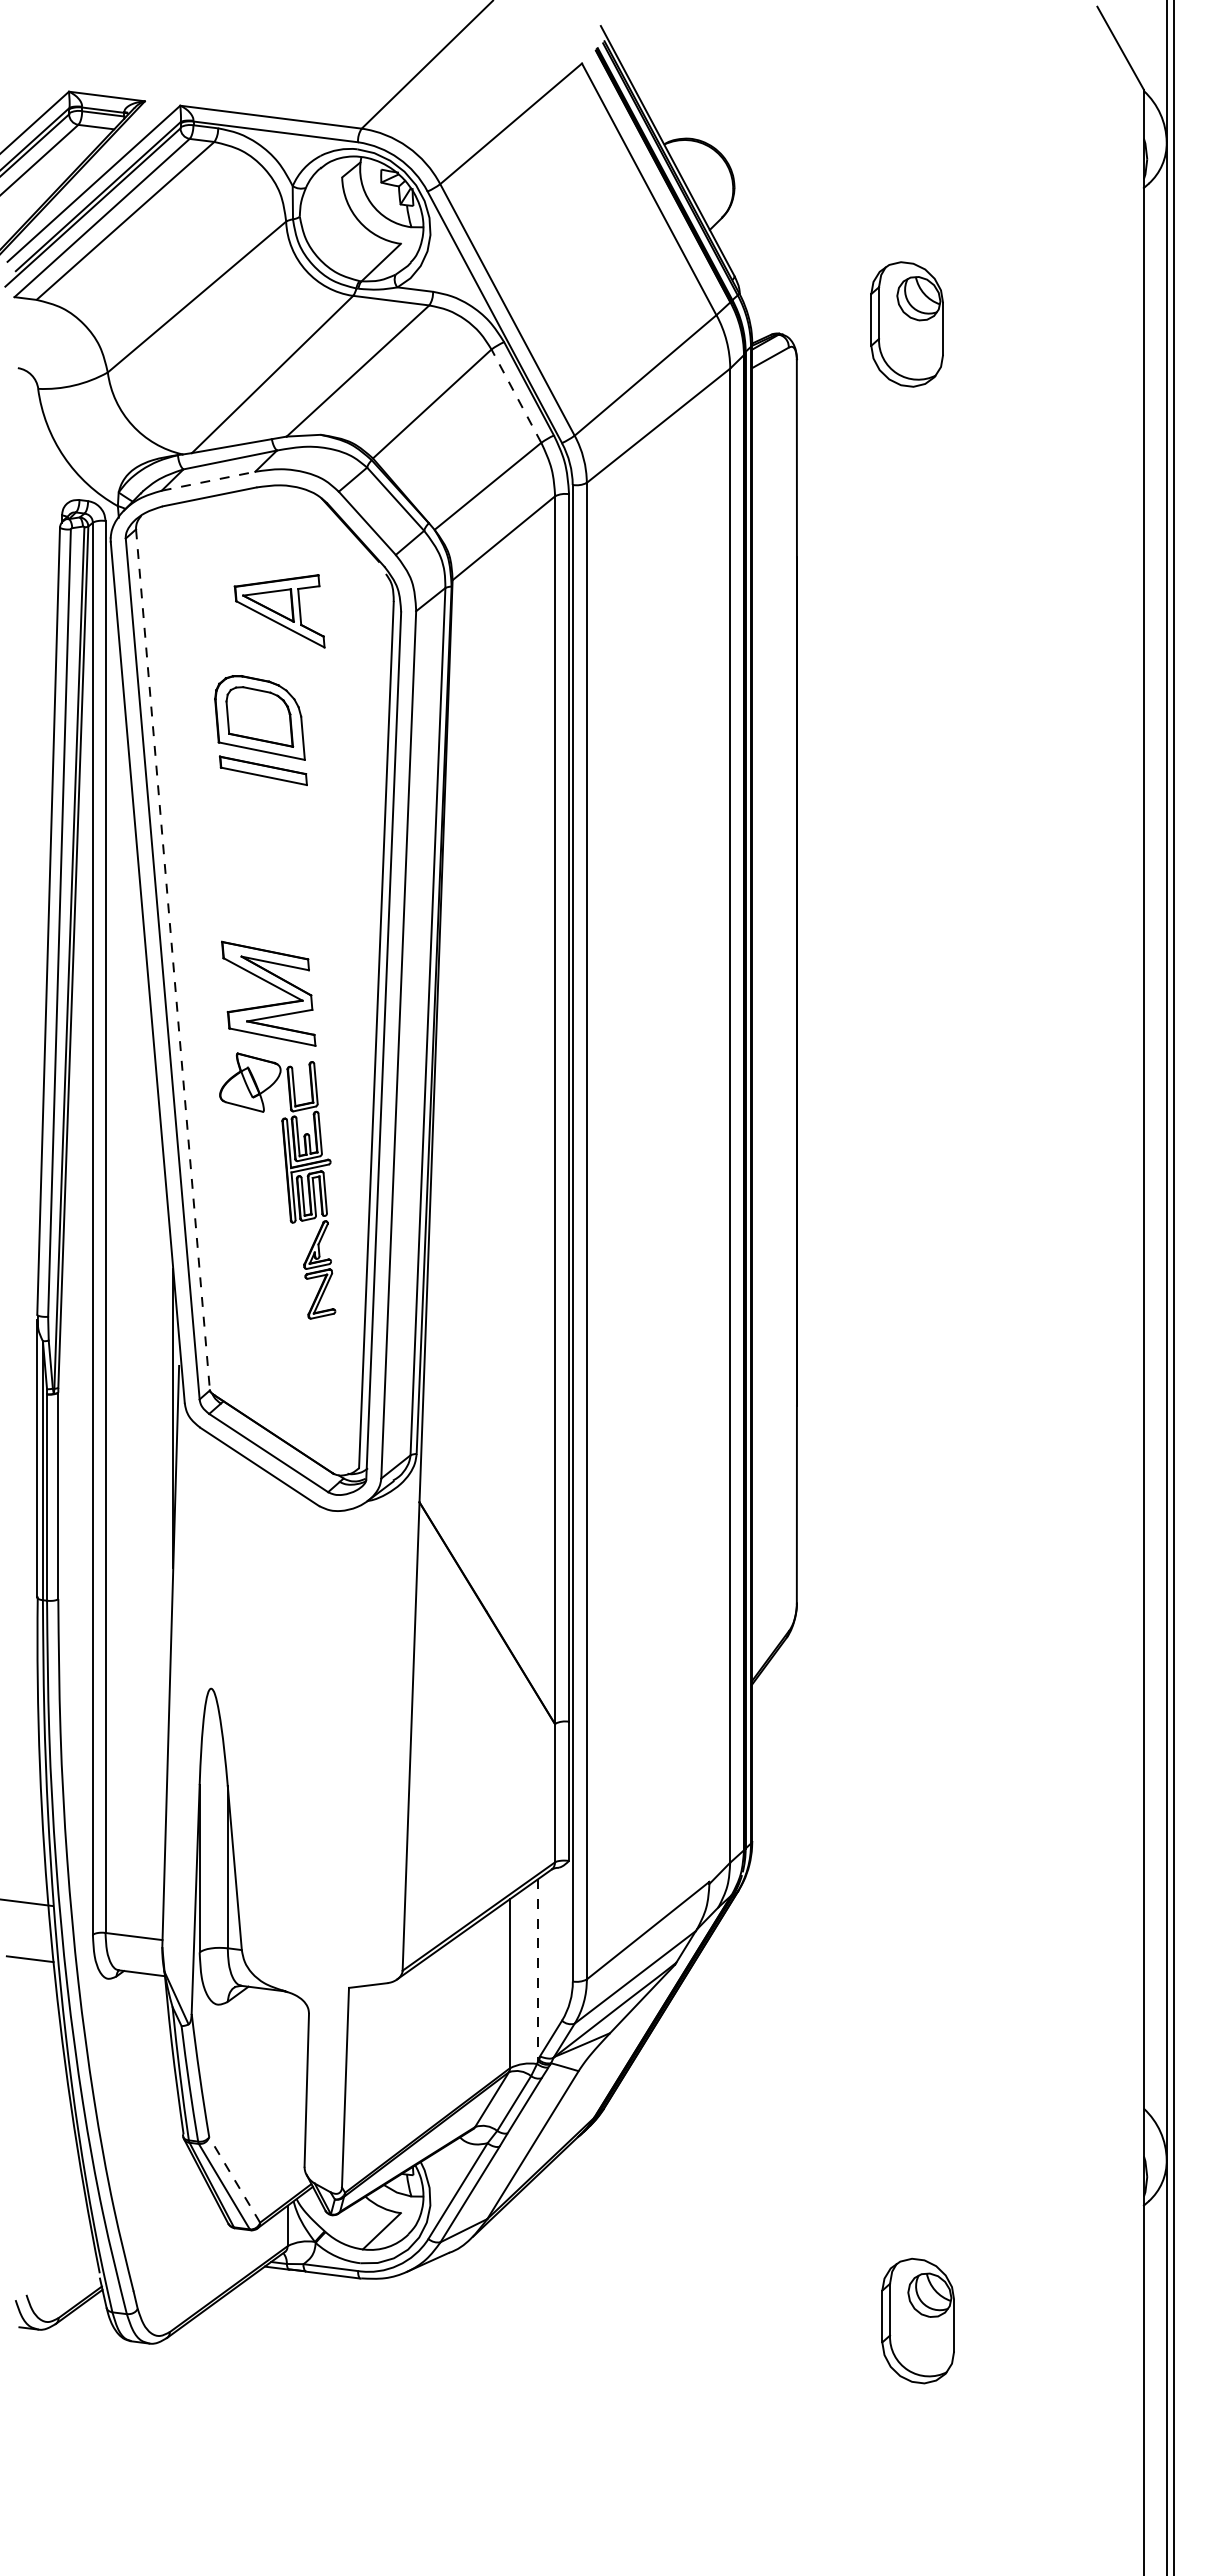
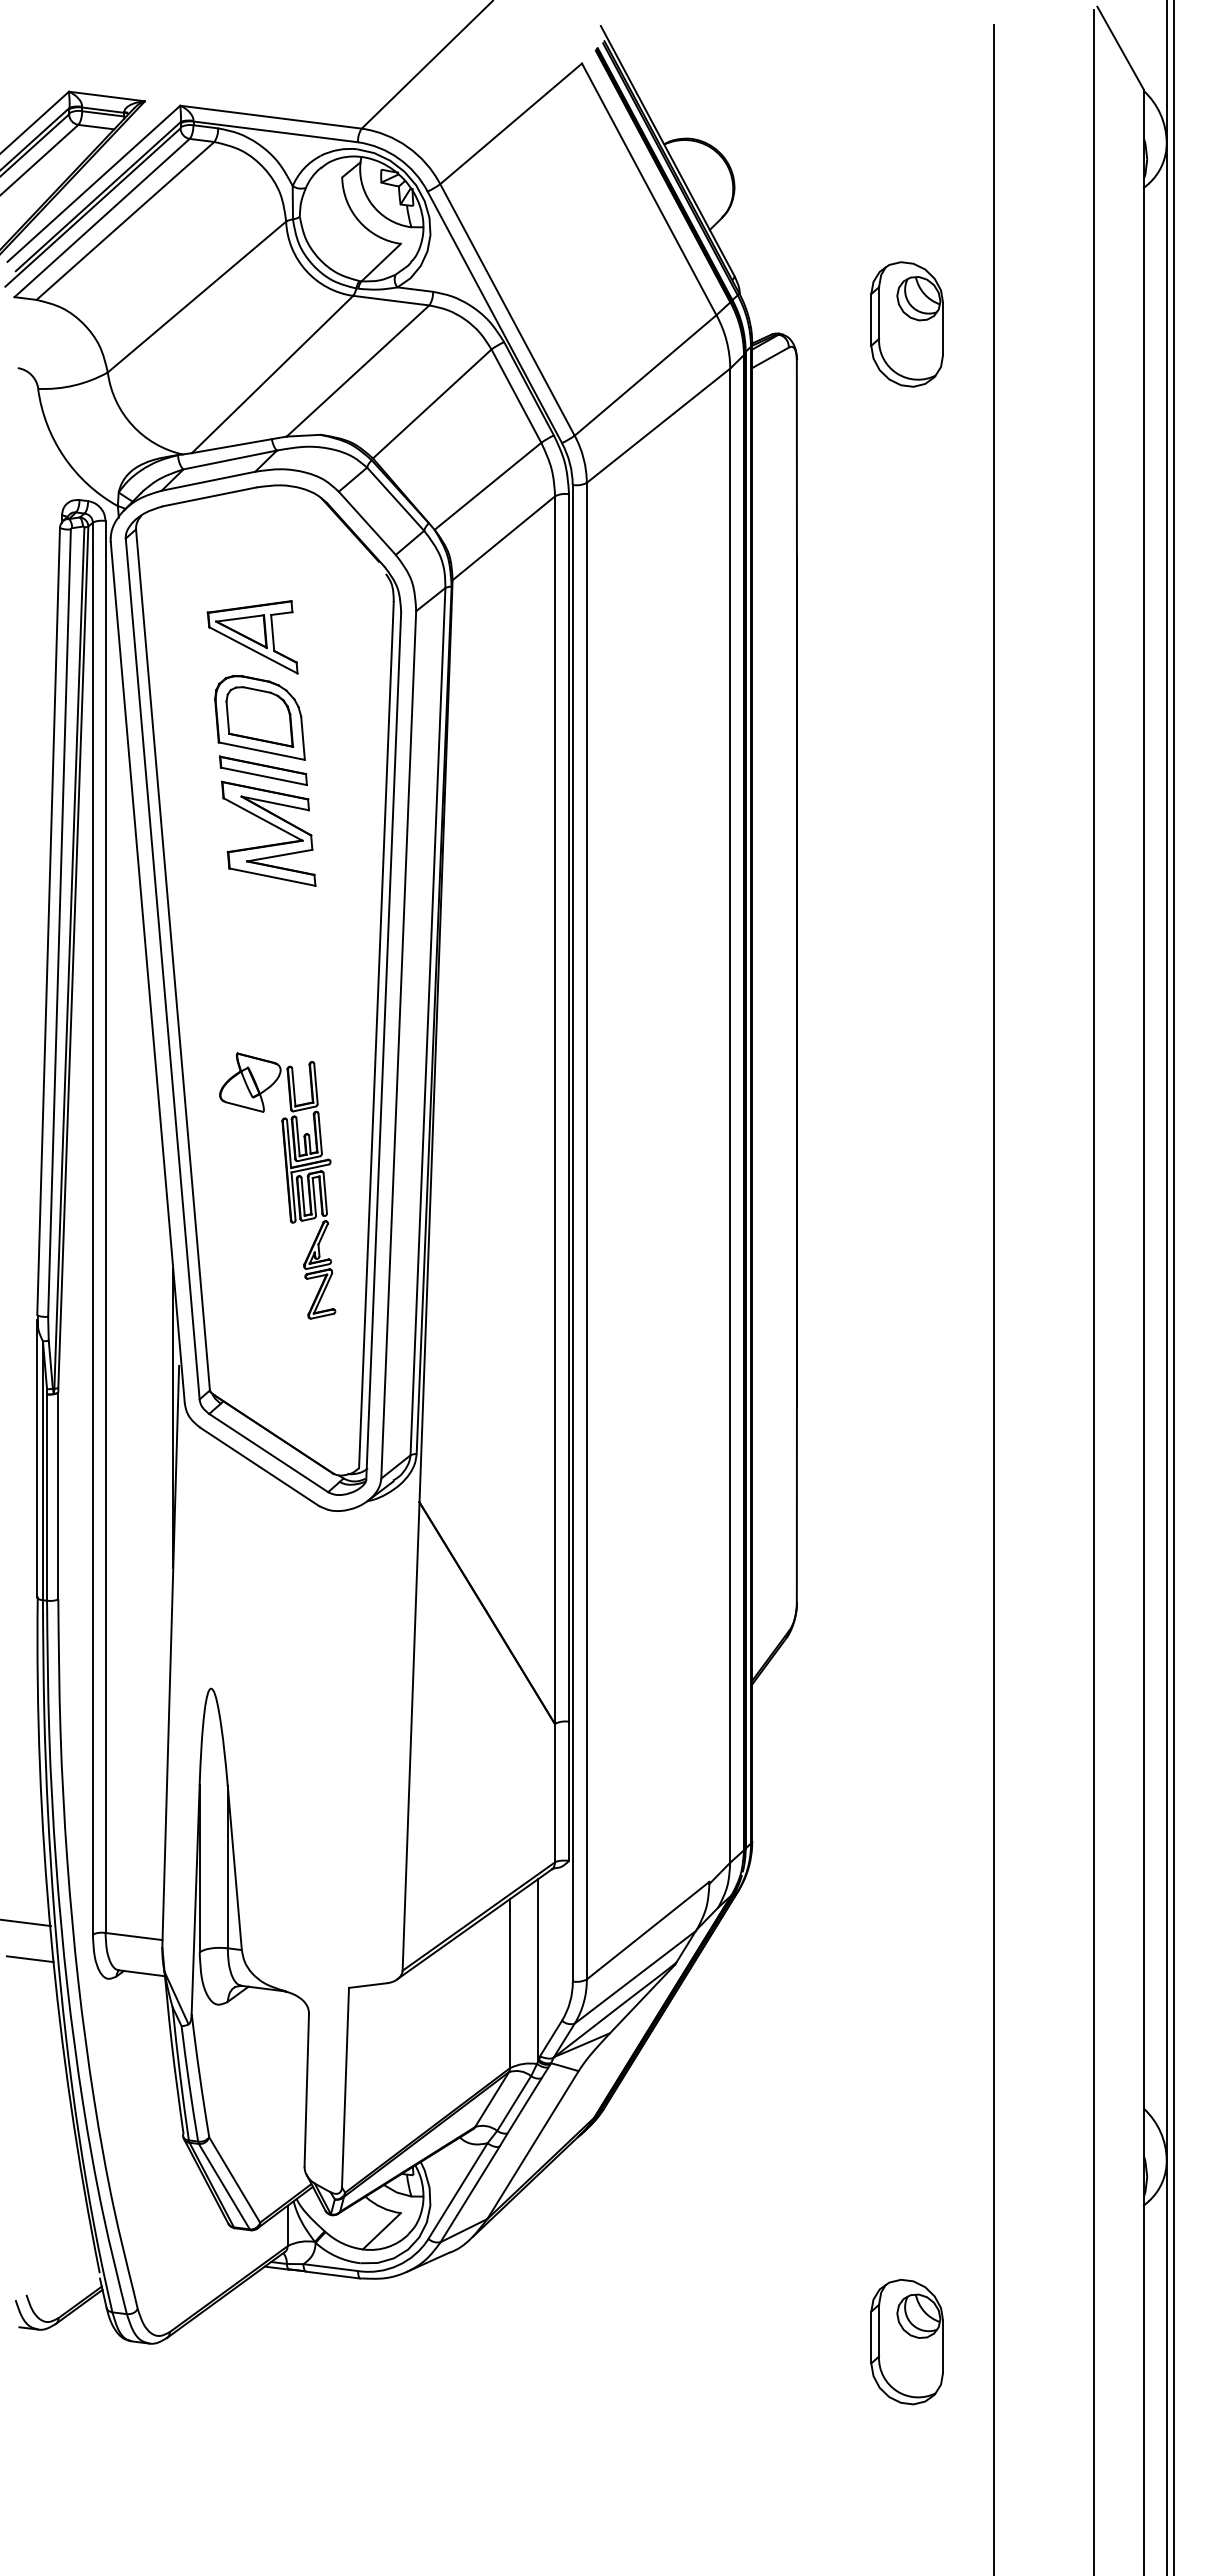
line at (516, 396): dashed -> solid
line at (208, 481): dashed -> solid
part at (279, 611) position: (279, 611) -> (252, 637)
line at (173, 960): dashed -> solid
part at (273, 986) position: (273, 986) -> (273, 826)
line at (1093, 1291): none -> present
line at (994, 1298): none -> present
line at (27, 1902) position: (27, 1902) -> (26, 1922)
line at (538, 1970): dashed -> solid
line at (234, 2180): dashed -> solid
part at (917, 2320) position: (917, 2320) -> (906, 2341)
